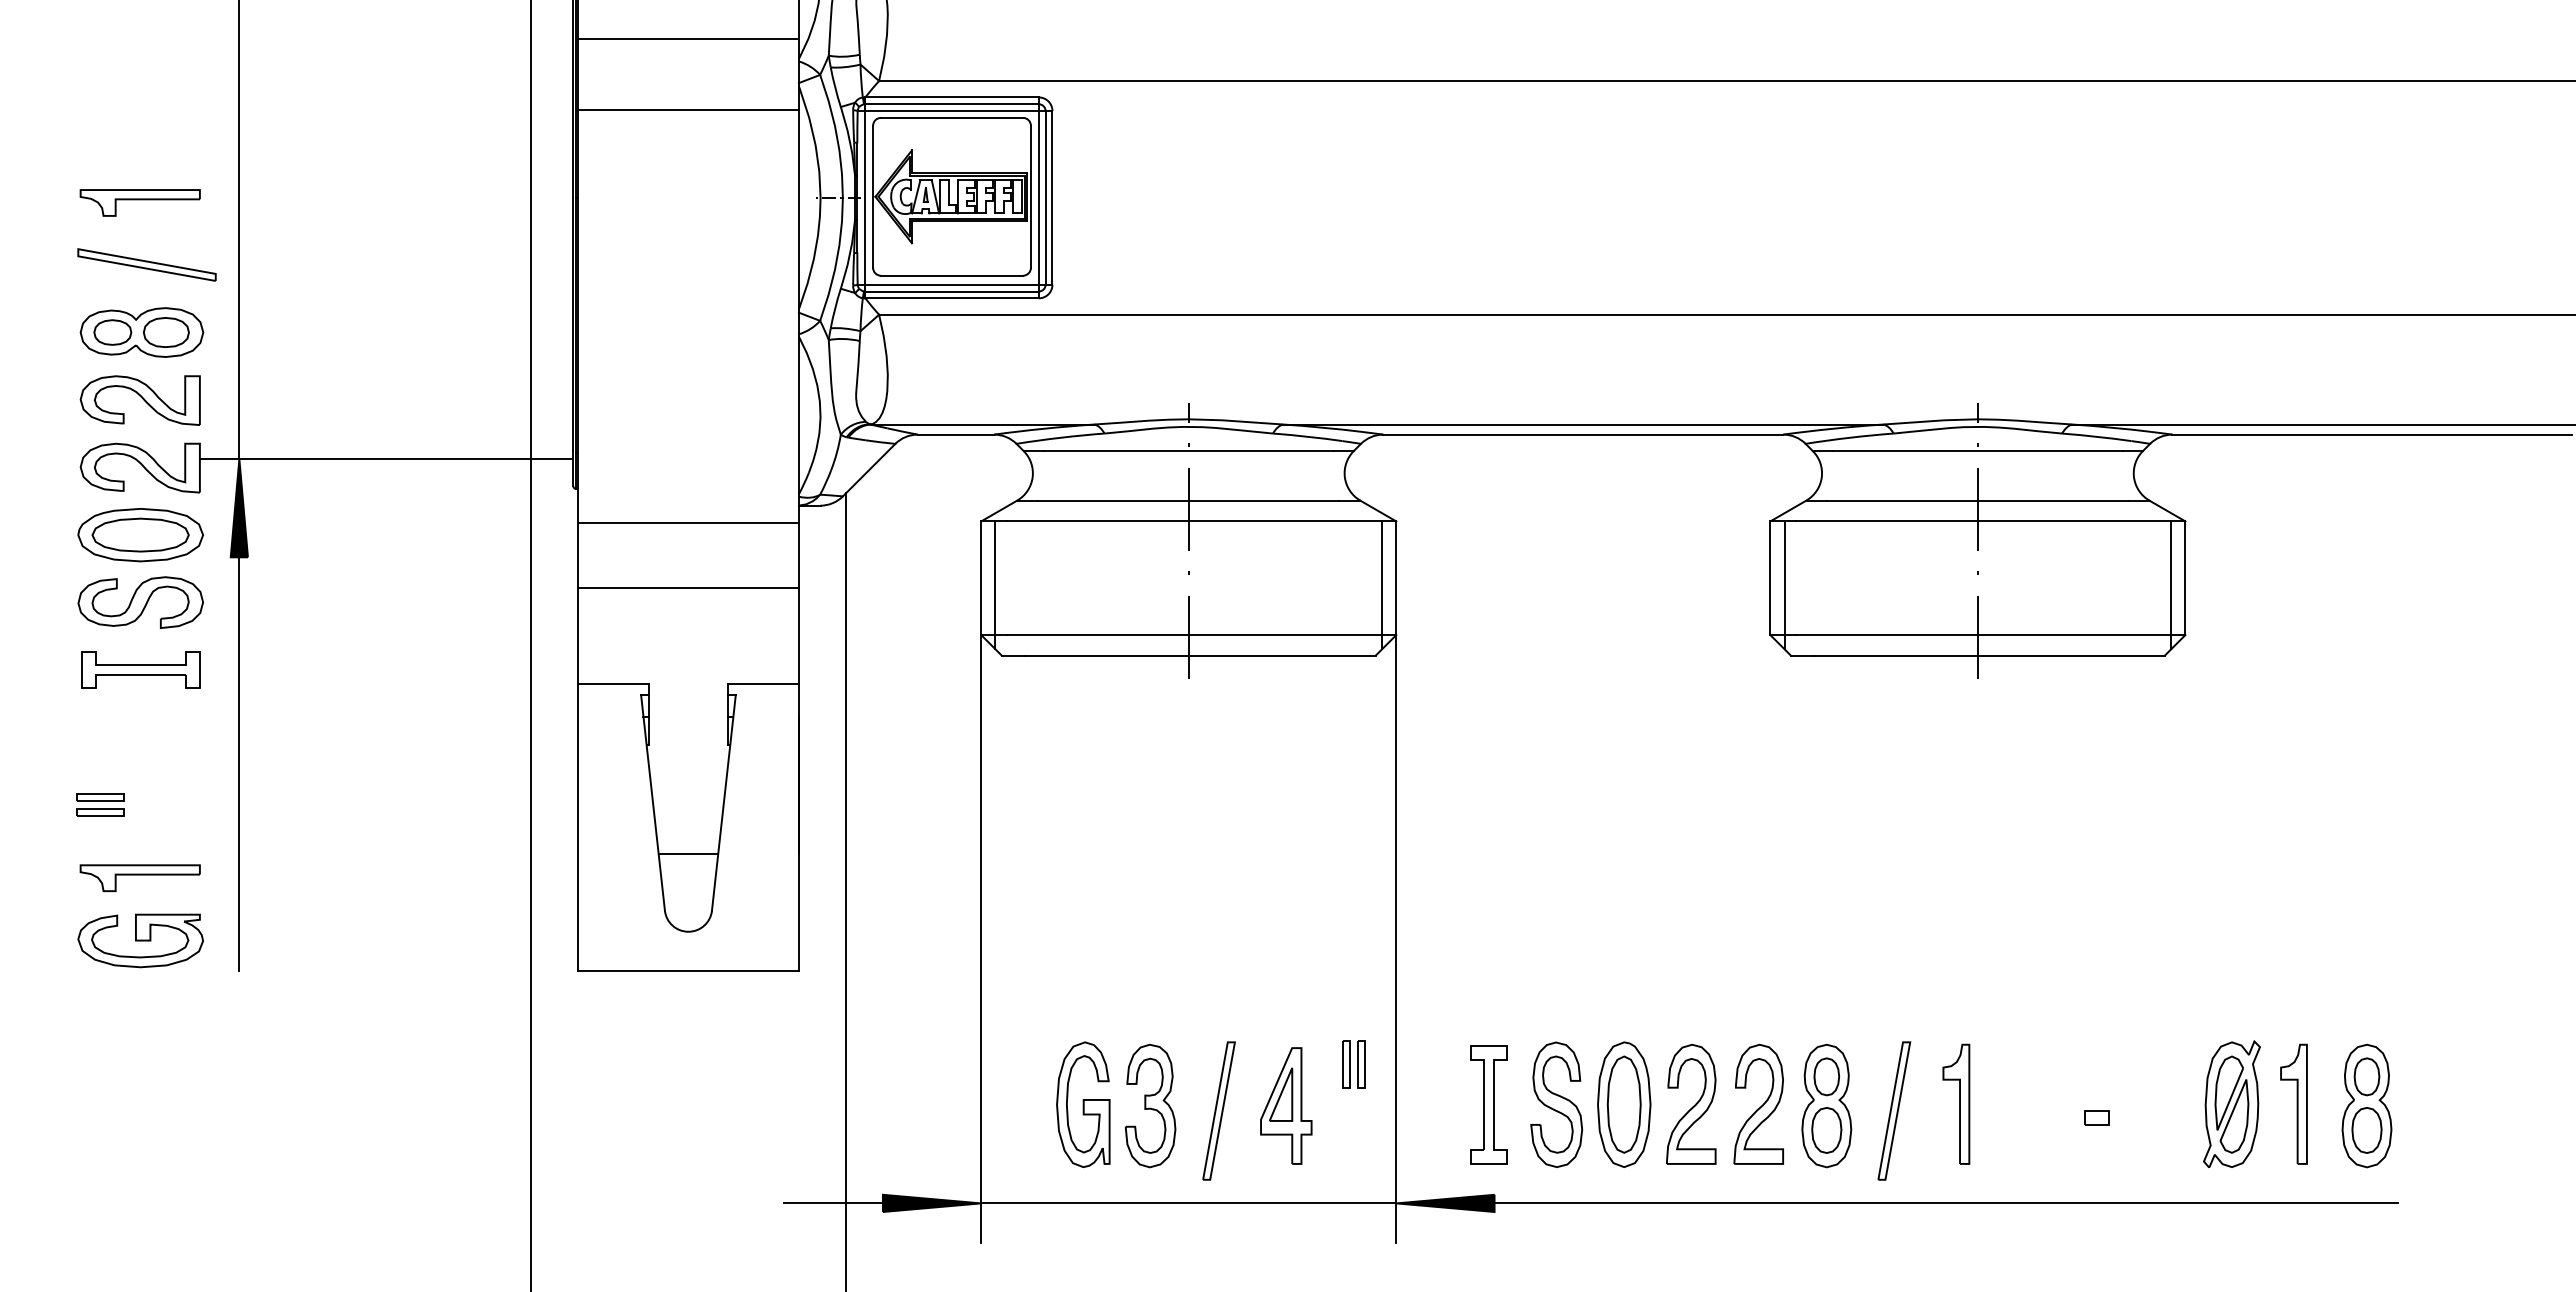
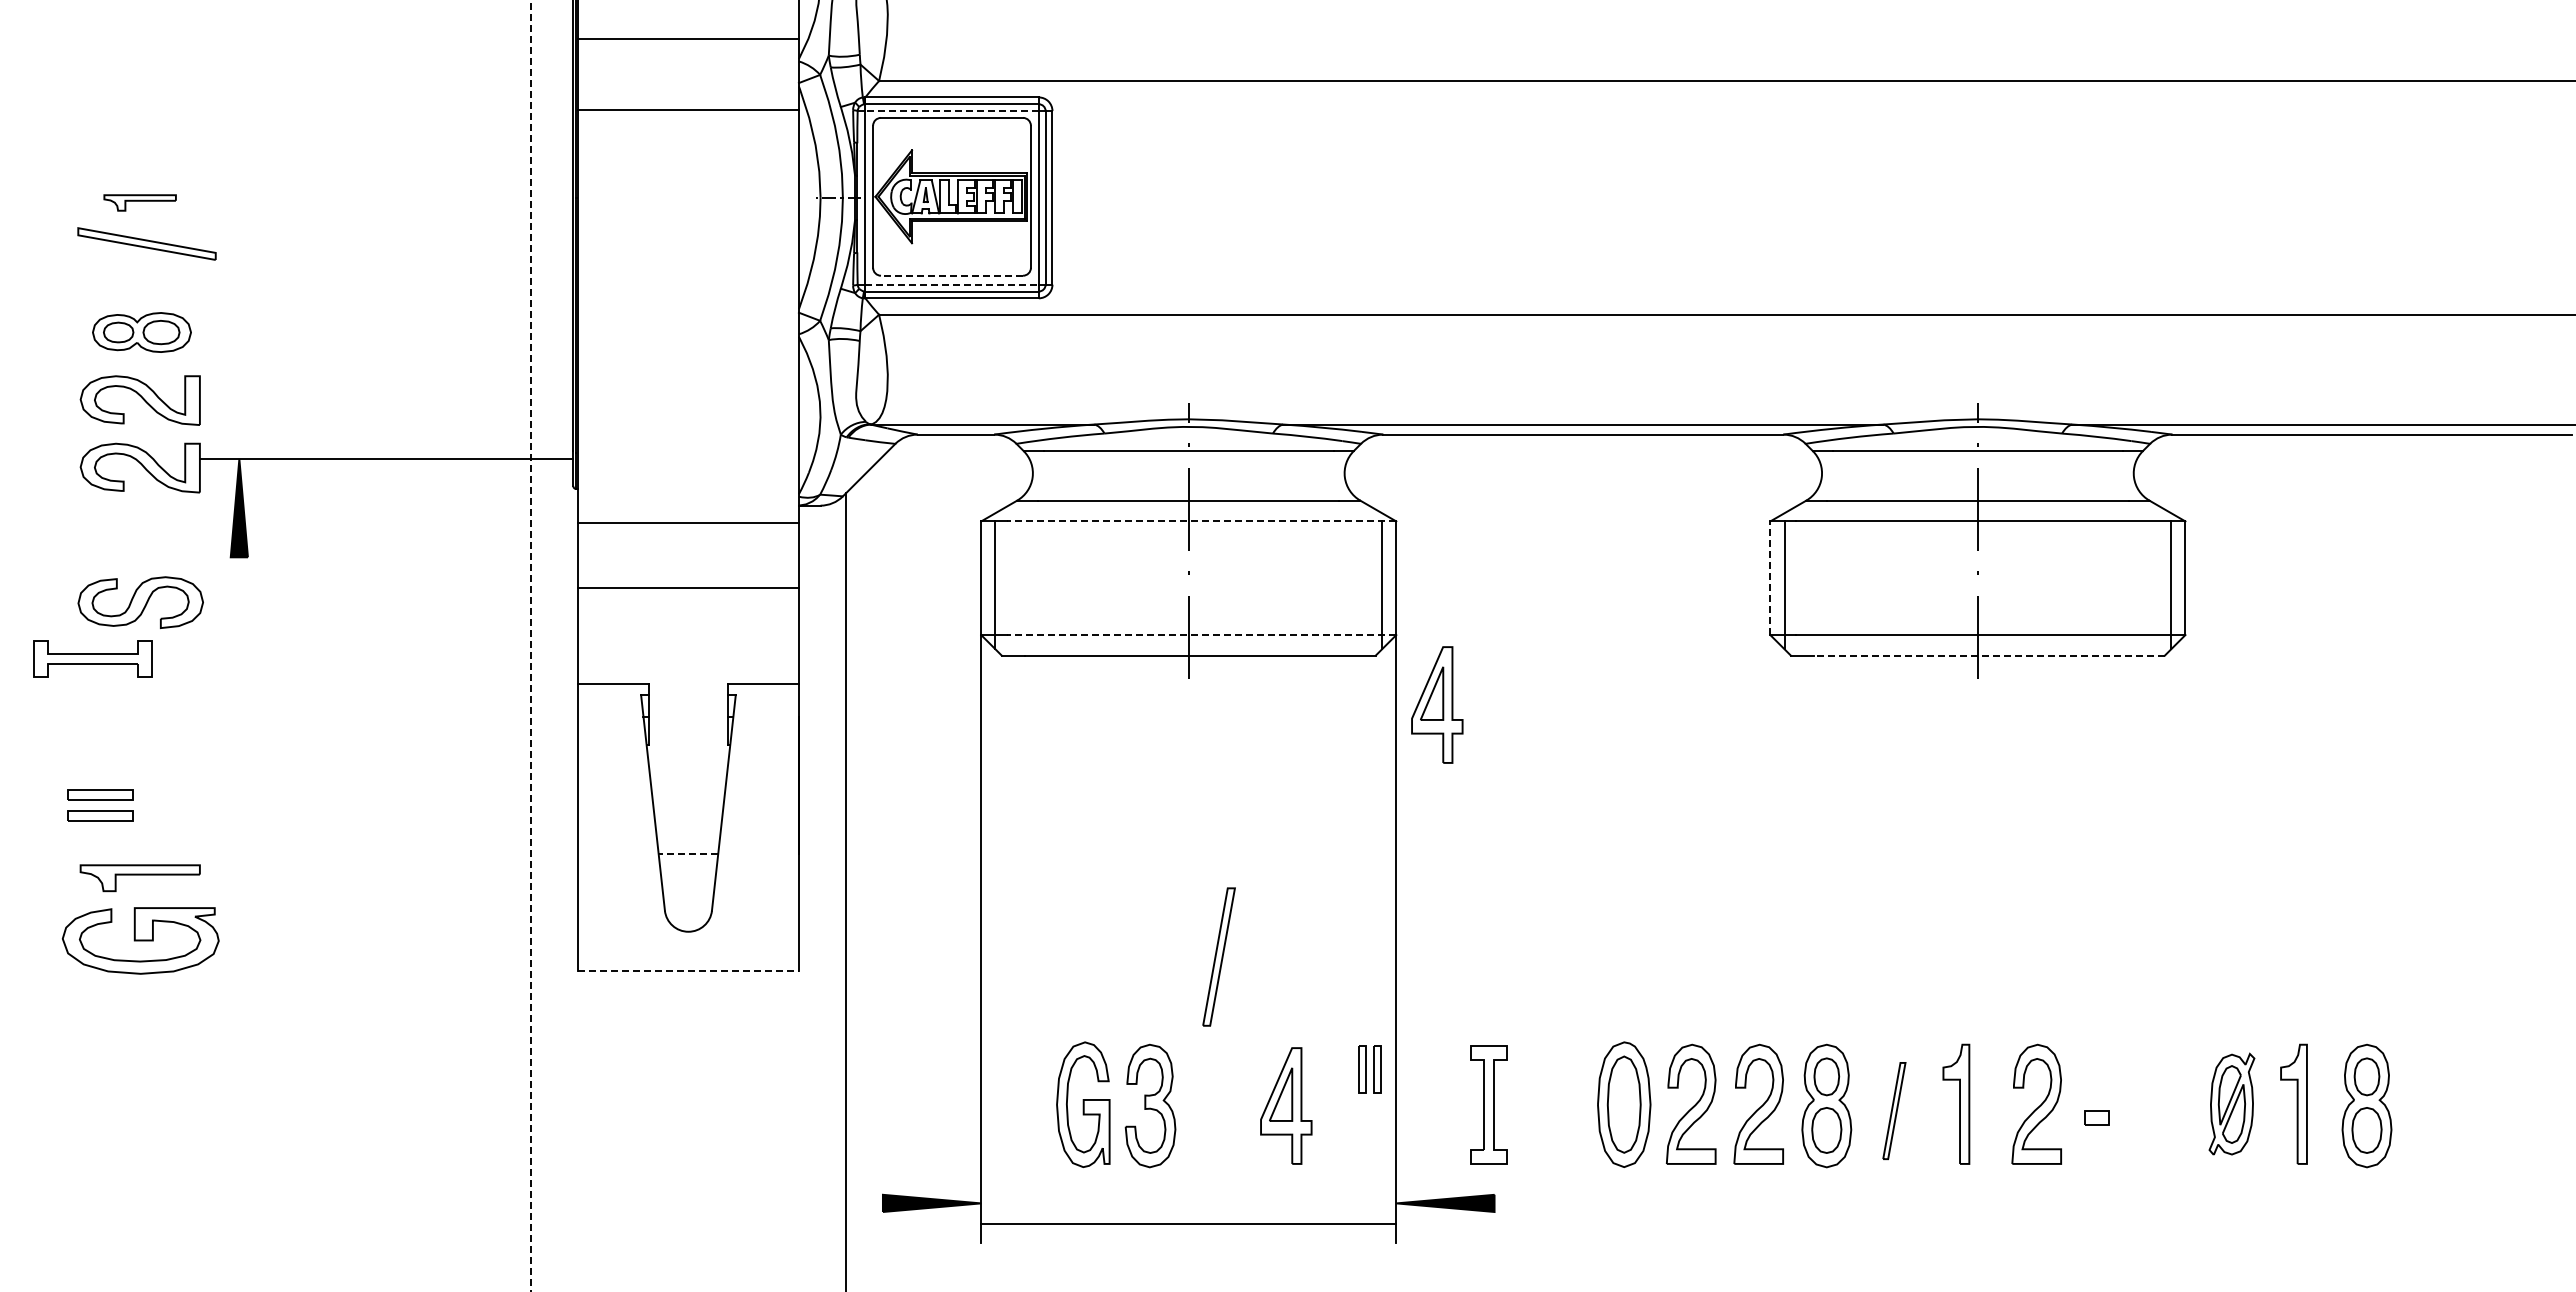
line at (952, 111): solid -> dashed
part at (139, 202) size: 122x28 px -> 74x18 px
line at (239, 230): present -> none
part at (146, 264) position: (146, 264) -> (146, 243)
line at (951, 275): solid -> dashed
line at (952, 284): solid -> dashed
part at (141, 332) size: 126x51 px -> 100x41 px
line at (1201, 521): solid -> dashed
part at (140, 535): present -> none
line at (1770, 578): solid -> dashed
line at (1201, 635): solid -> dashed
line at (530, 646): solid -> dashed
line at (1989, 655): solid -> dashed
part at (140, 669) position: (140, 669) -> (92, 658)
part at (1437, 704): none -> present
line at (239, 764): present -> none
part at (100, 804) size: 49x24 px -> 67x33 px
line at (688, 853): solid -> dashed
part at (140, 940) size: 127x56 px -> 159x68 px
line at (688, 971): solid -> dashed
part at (1353, 1064) position: (1353, 1064) -> (1369, 1069)
part at (2036, 1103): none -> present
part at (2231, 1103) size: 58x128 px -> 48x104 px
part at (1556, 1104): present -> none
part at (1218, 1110) position: (1218, 1110) -> (1218, 956)
part at (1894, 1110) size: 35x140 px -> 25x99 px
line at (832, 1203): present -> none
line at (1188, 1203) position: (1188, 1203) -> (1188, 1224)
line at (1945, 1203): present -> none
